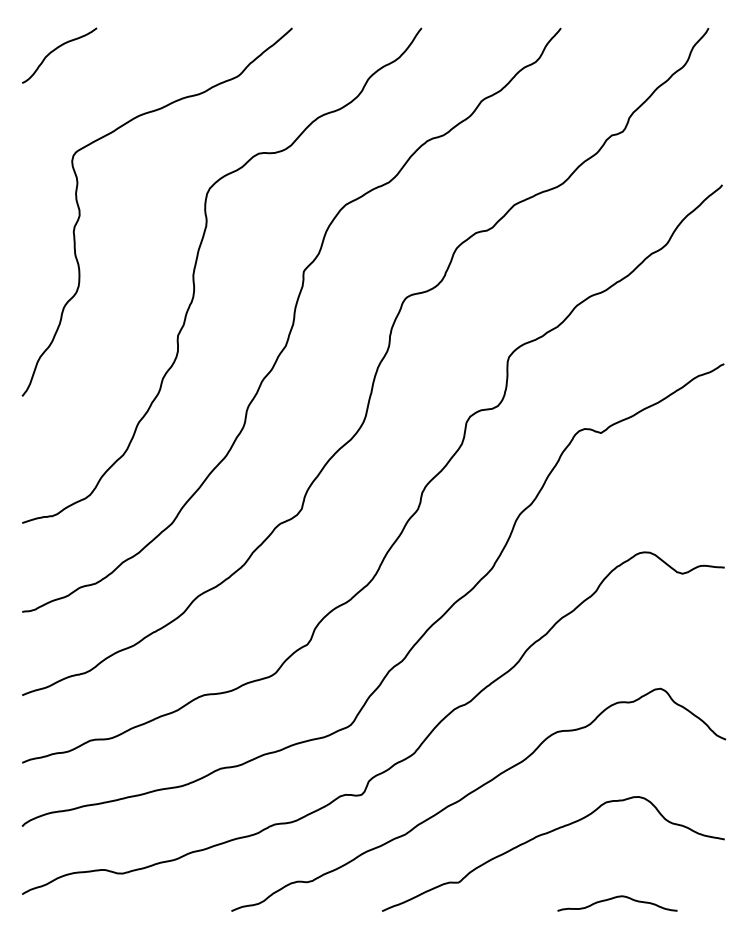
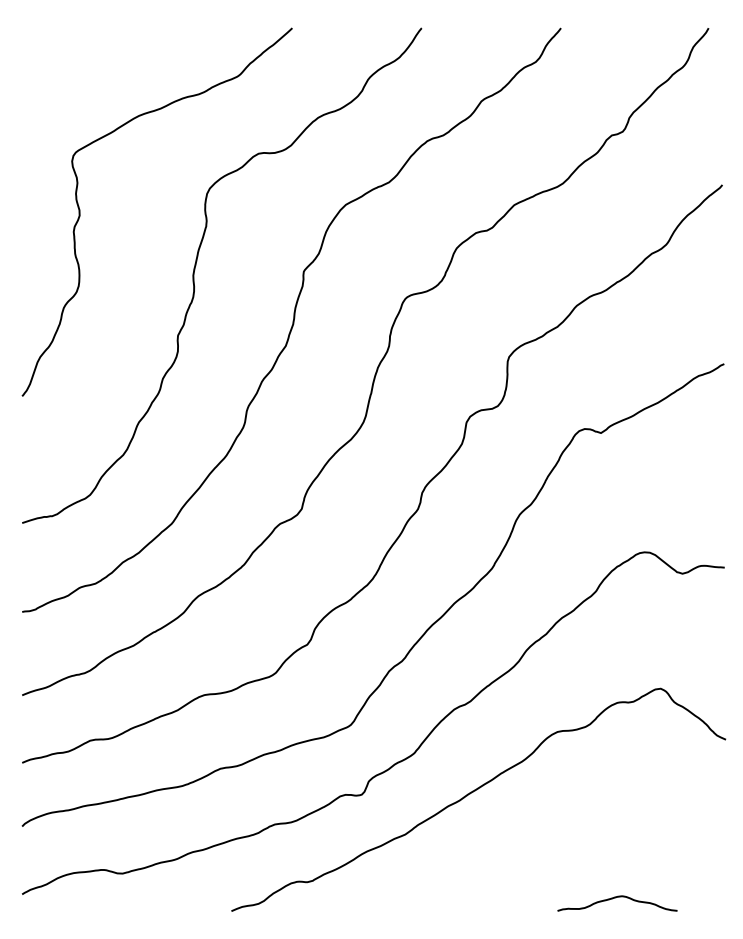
curve at (55, 50): present -> none
curve at (546, 834): present -> none
